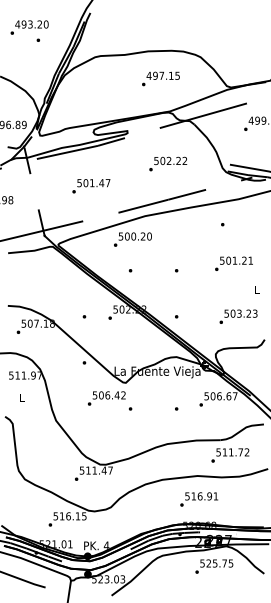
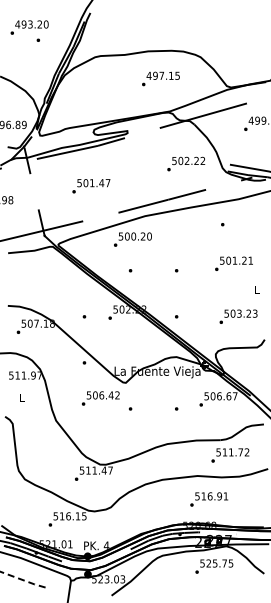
text at (168, 163) position: (168, 163) -> (186, 163)
text at (106, 398) position: (106, 398) -> (100, 398)
text at (199, 499) position: (199, 499) -> (209, 499)
line at (23, 580): solid -> dashed
